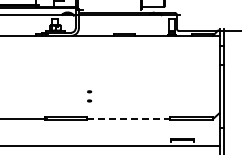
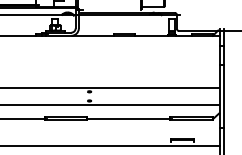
line at (110, 88): none -> present
line at (110, 104): none -> present
line at (129, 119): dashed -> solid
